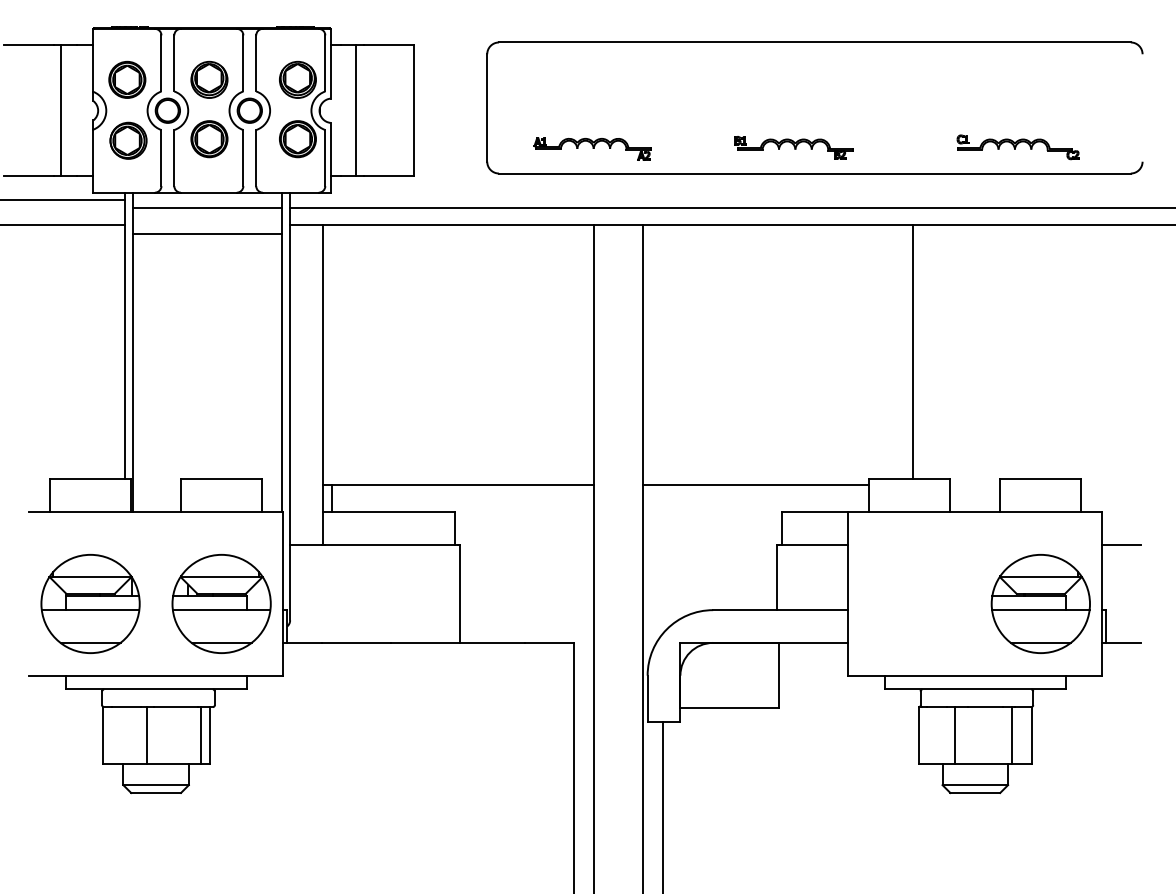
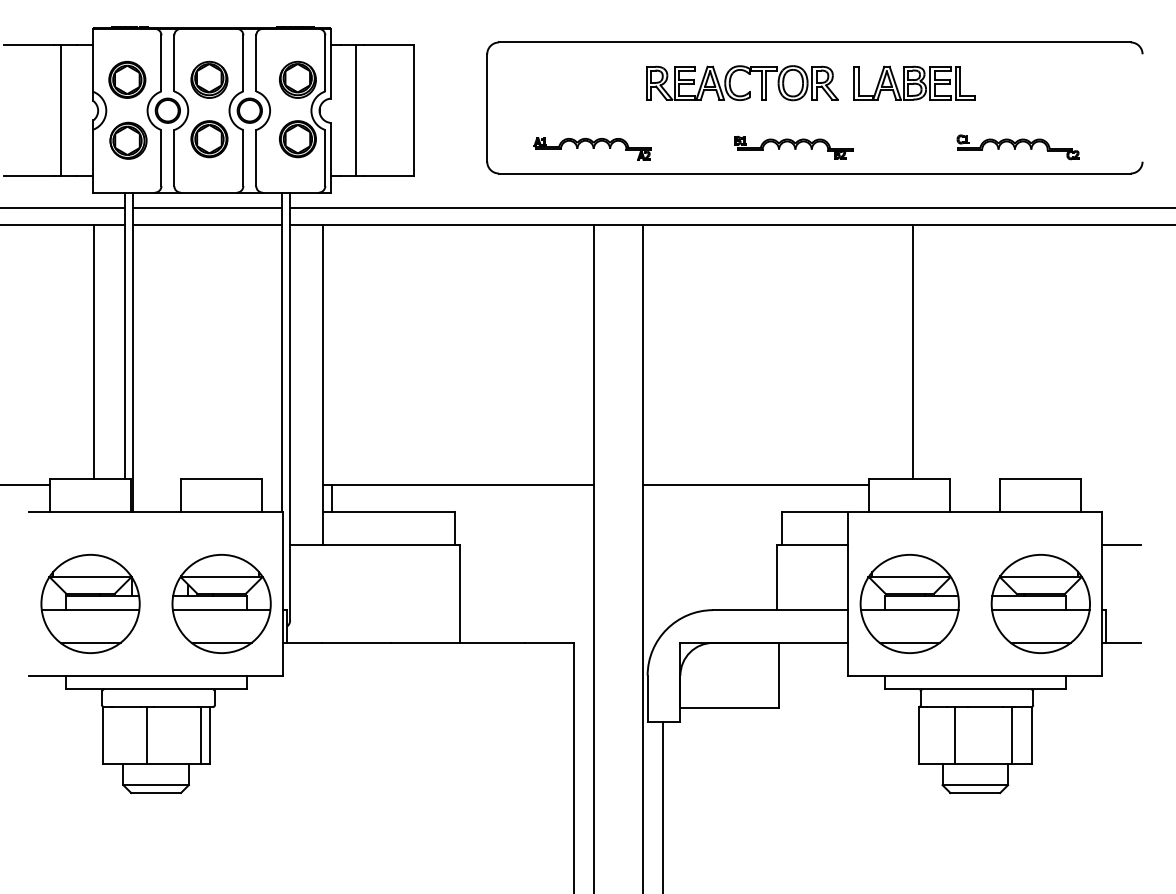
part at (914, 82): none -> present
part at (747, 92): none -> present
line at (63, 199) position: (63, 199) -> (63, 207)
line at (207, 234) position: (207, 234) -> (207, 225)
line at (93, 352): none -> present
line at (25, 484): none -> present
part at (909, 603): none -> present
